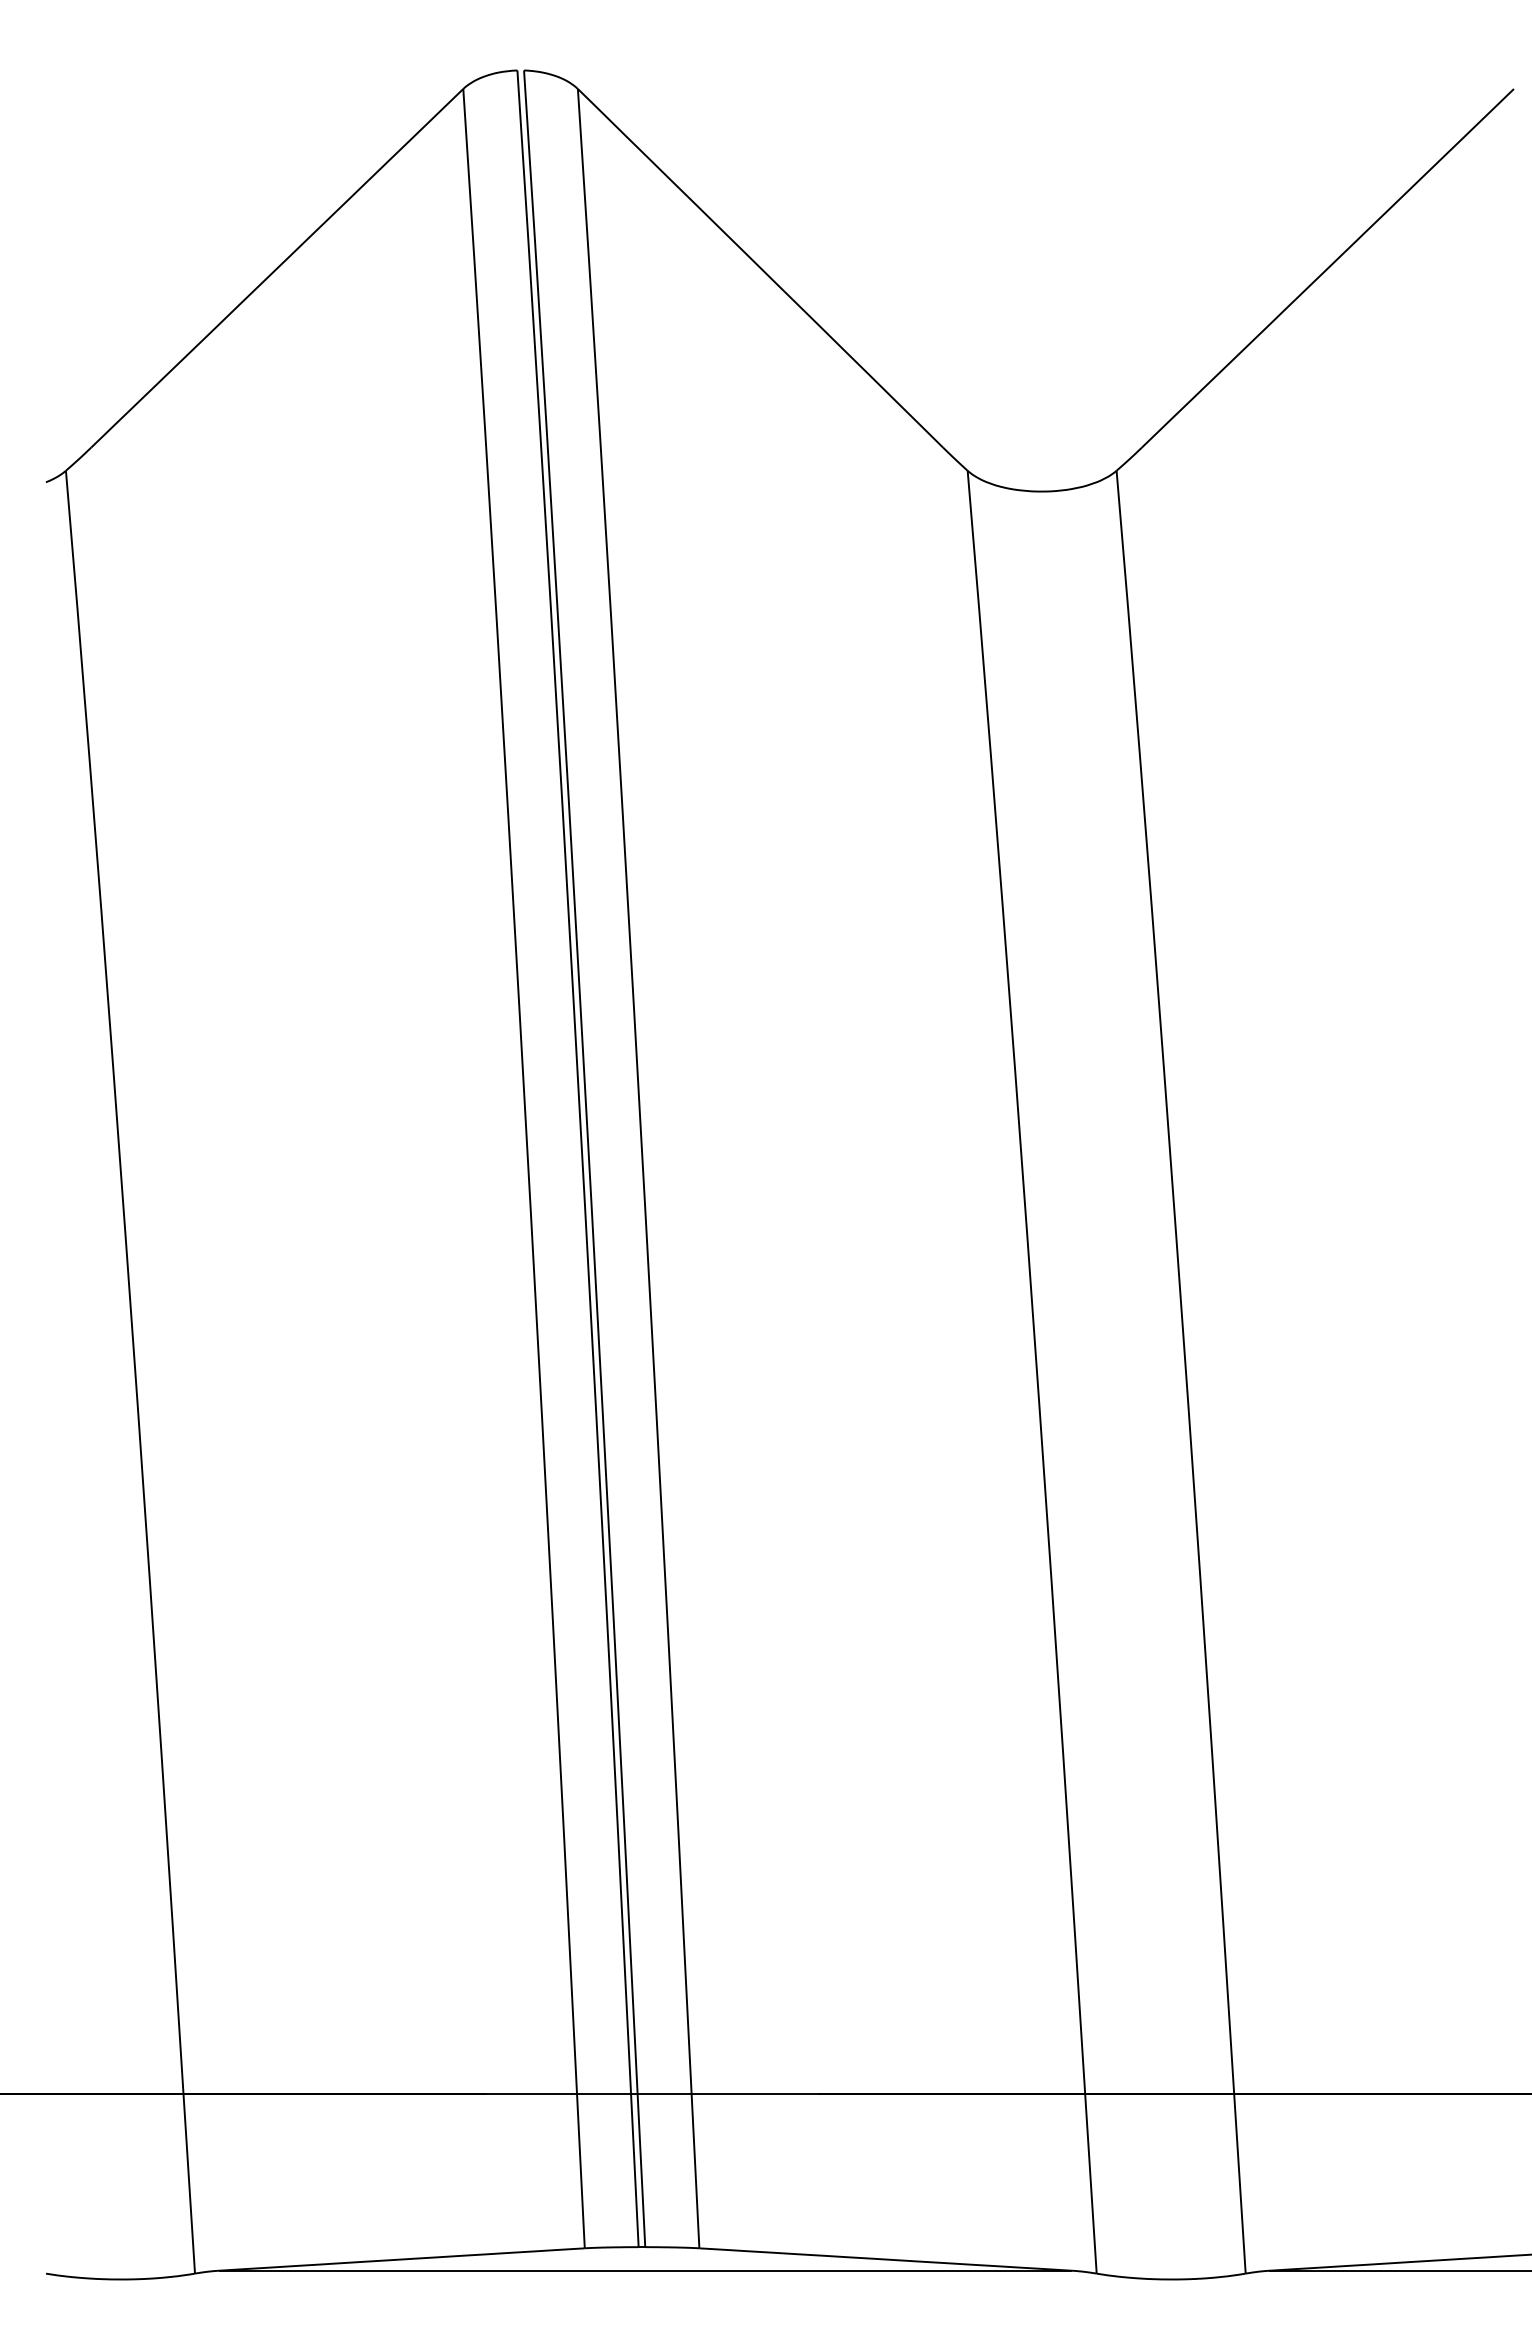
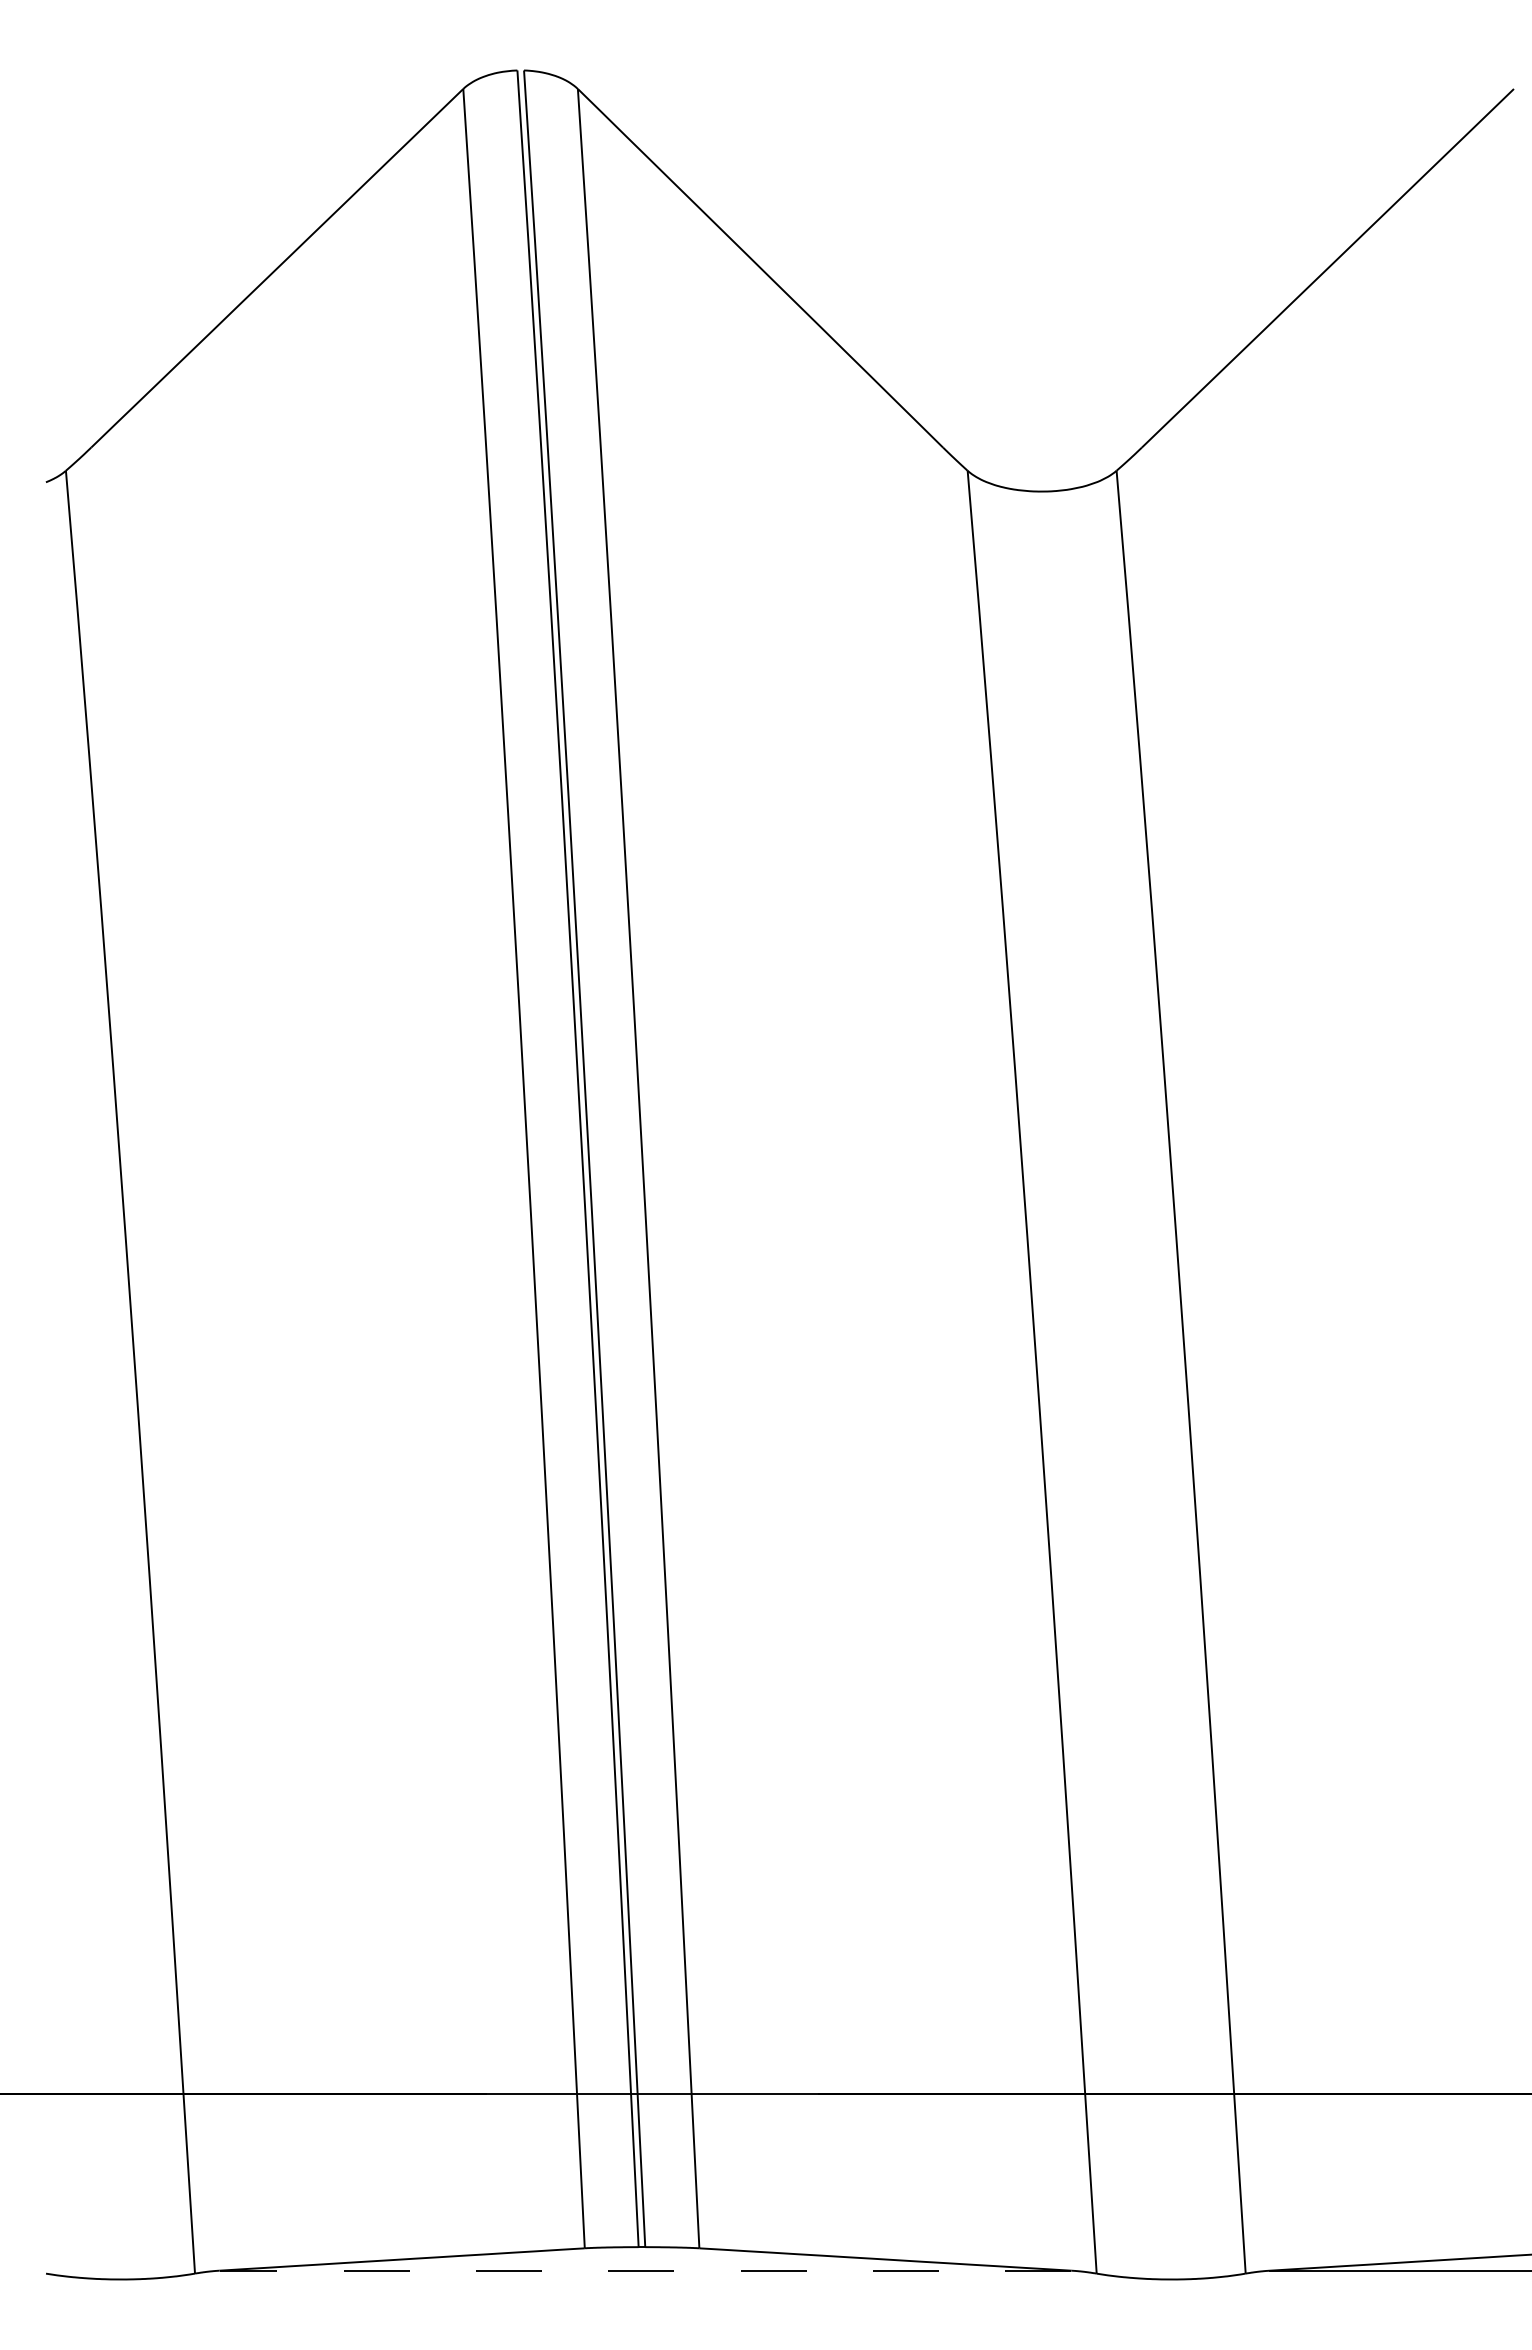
line at (645, 2270): solid -> dashed
